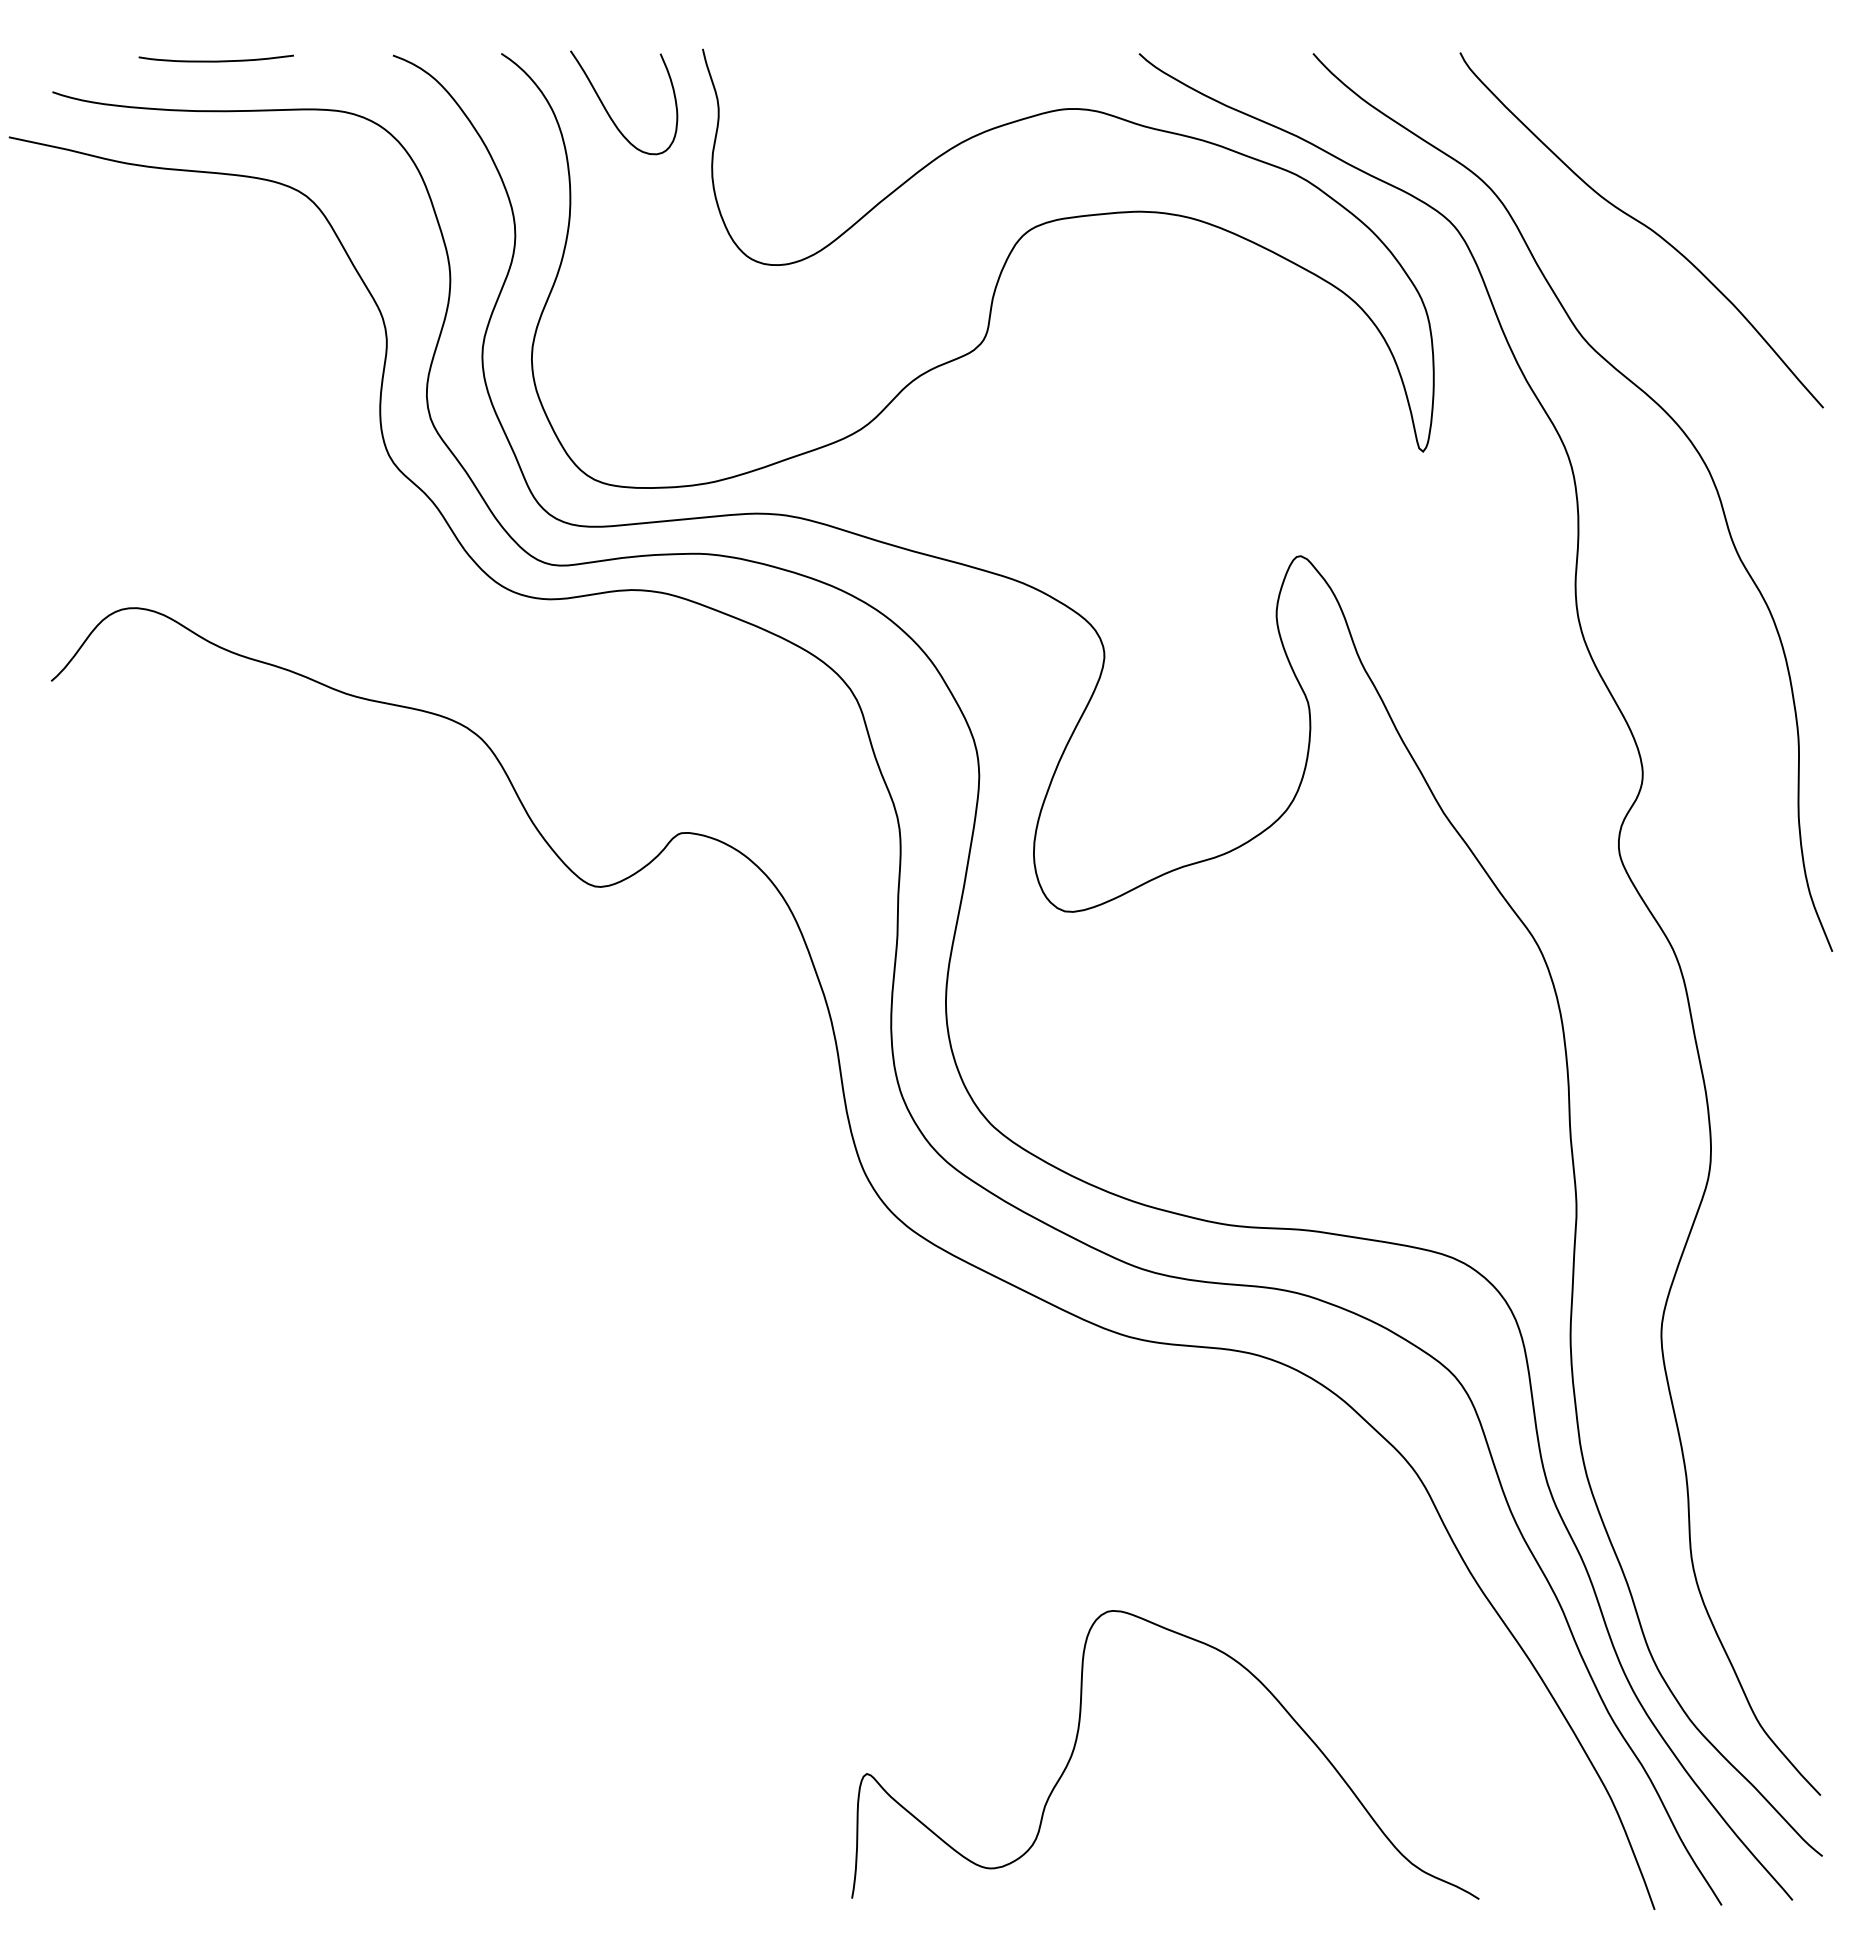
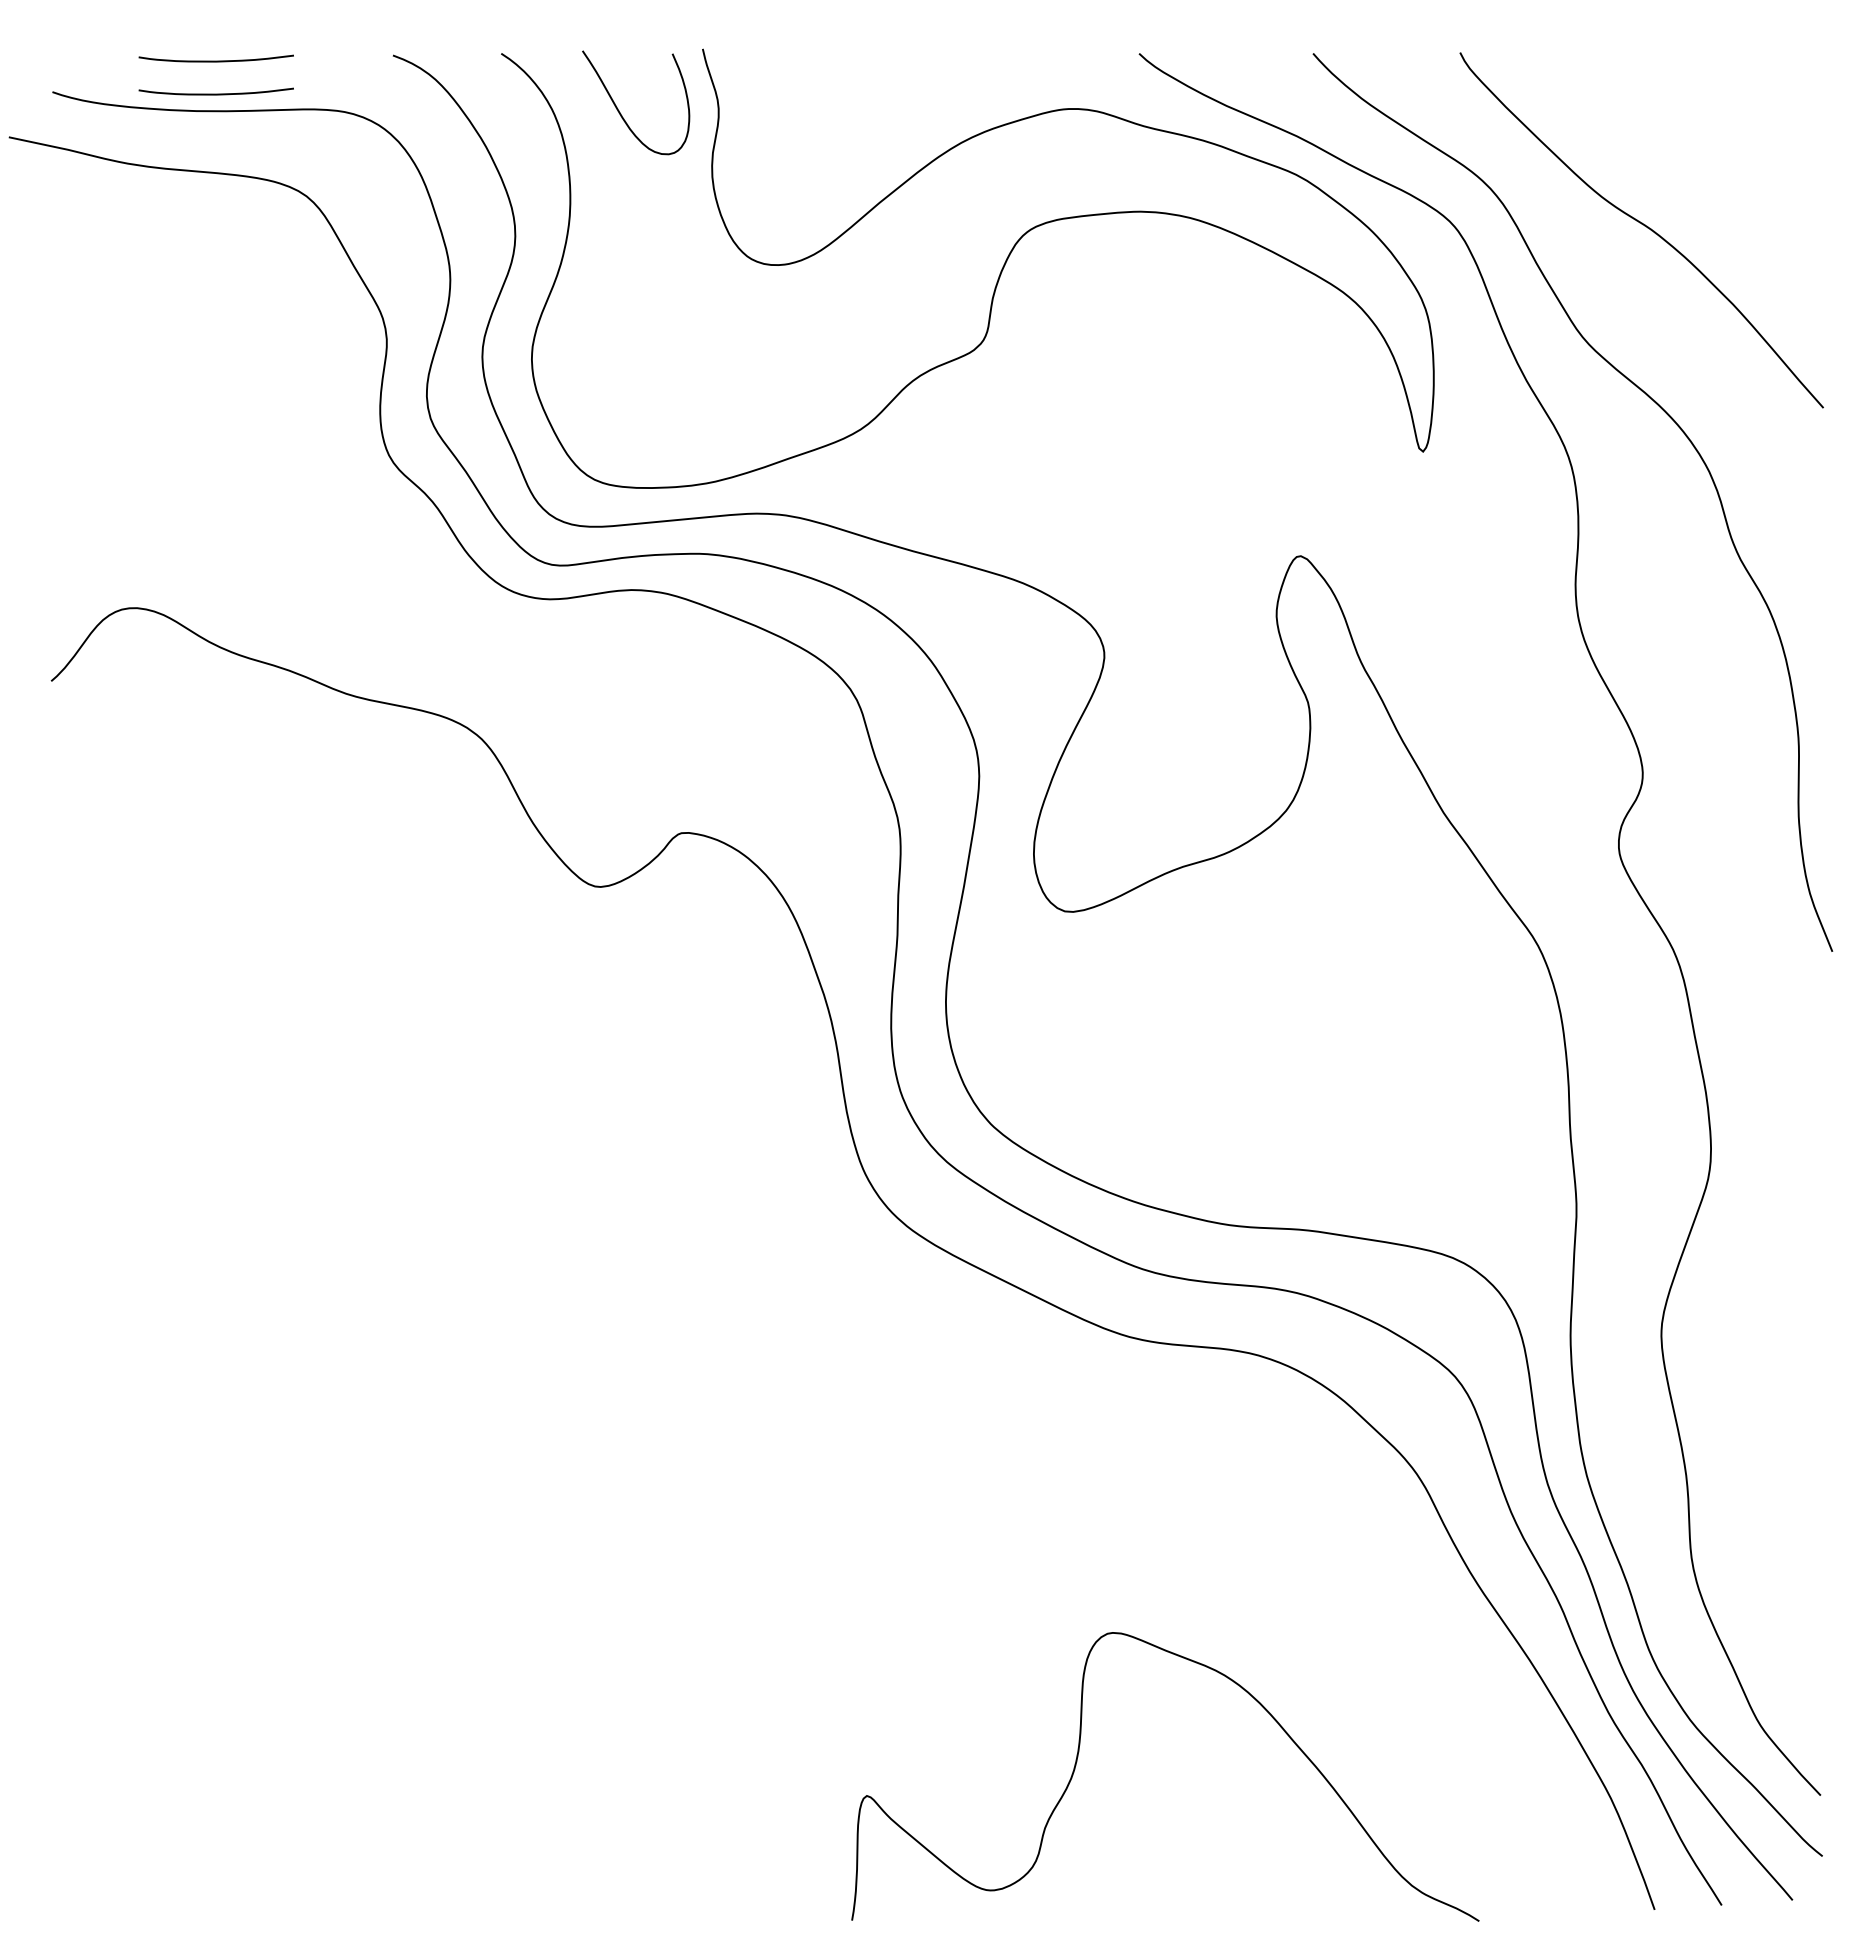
curve at (215, 93): none -> present
curve at (609, 113) position: (609, 113) -> (621, 113)
curve at (1078, 1735) position: (1078, 1735) -> (1078, 1757)
